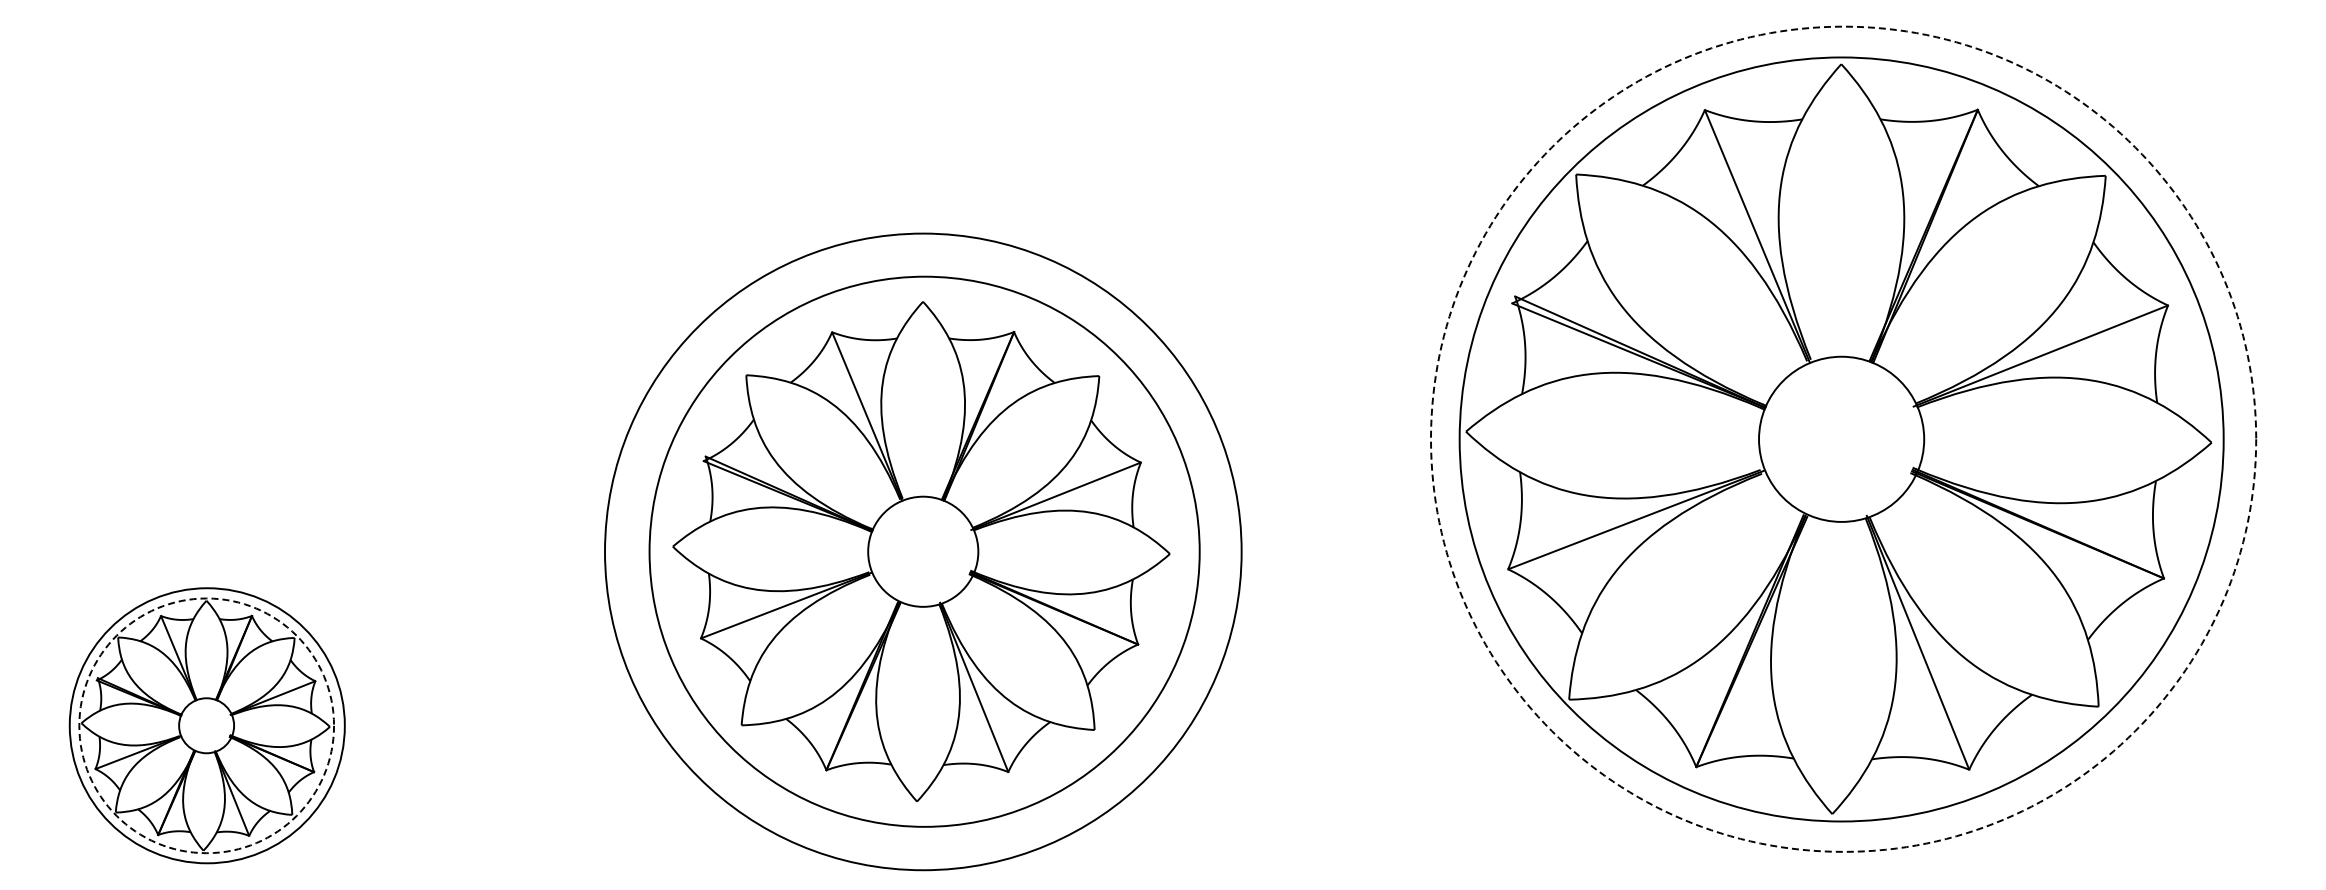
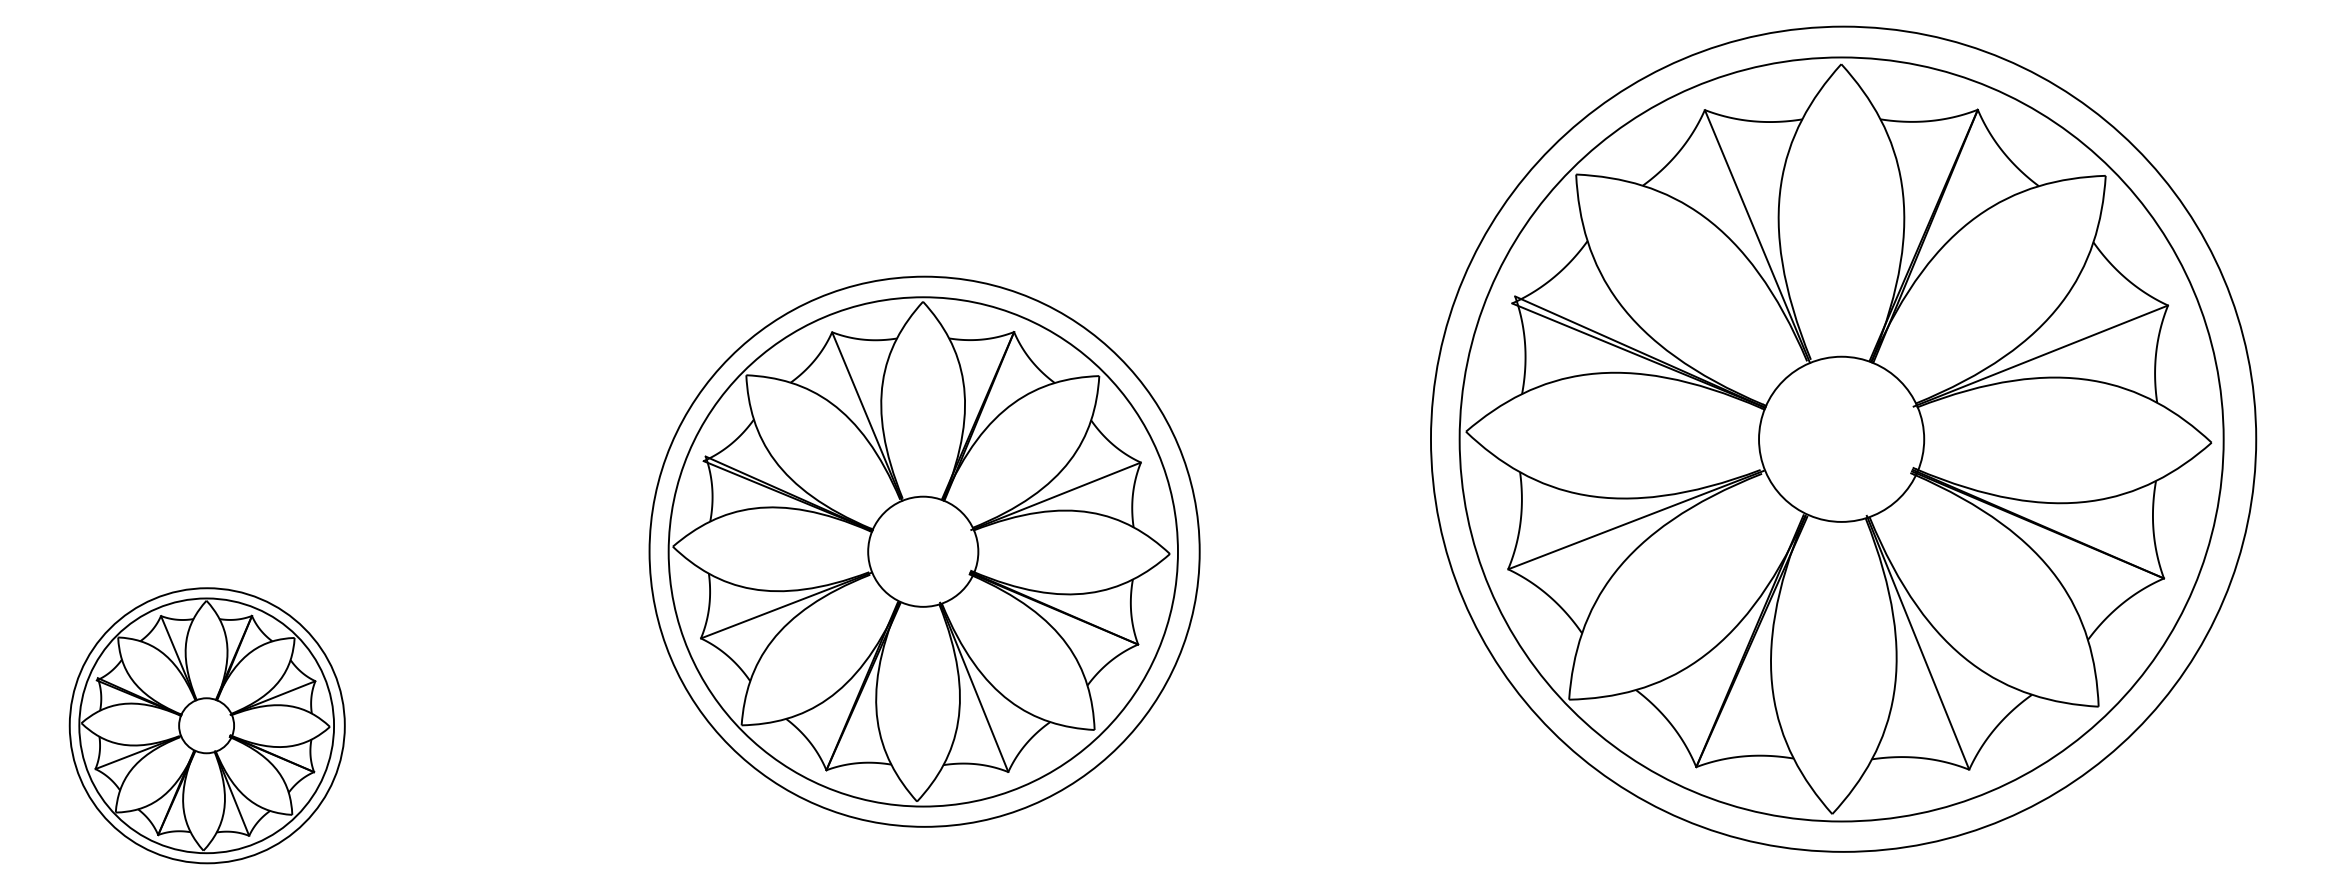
circle at (1843, 438): dashed -> solid
circle at (923, 551) diameter: 637 px -> 509 px
circle at (206, 725): dashed -> solid
